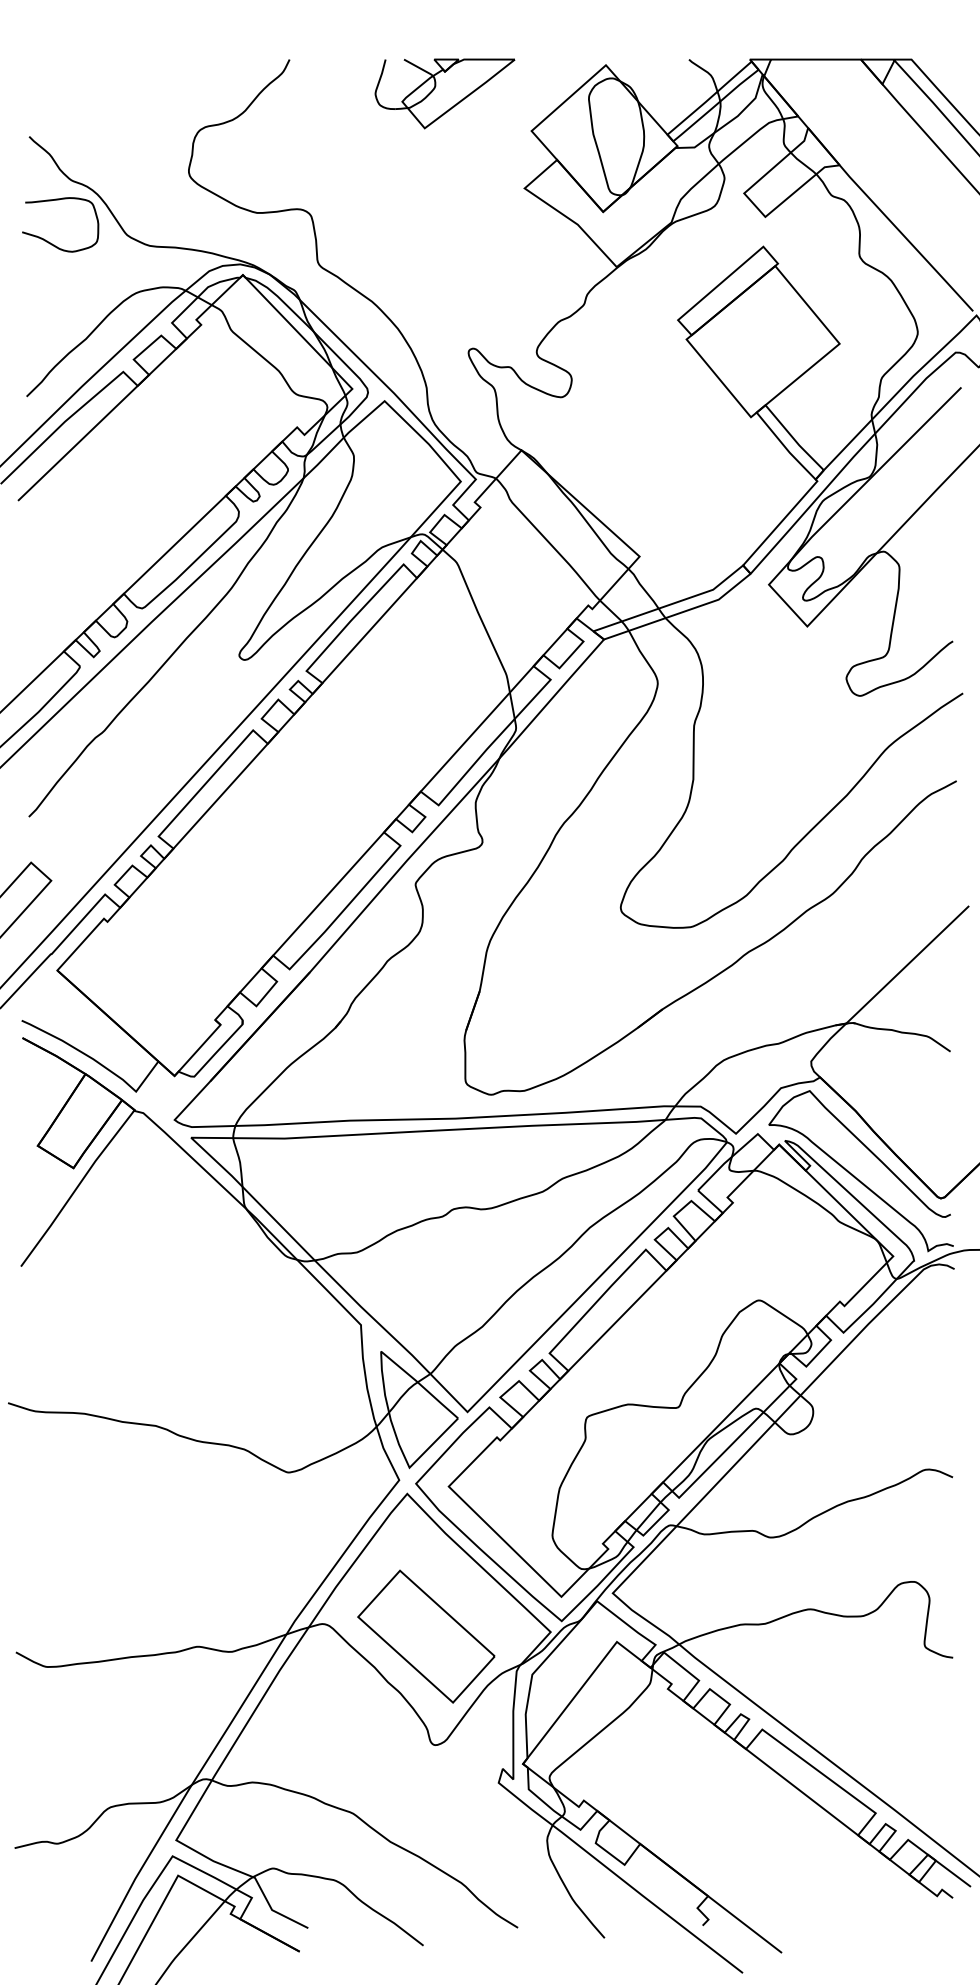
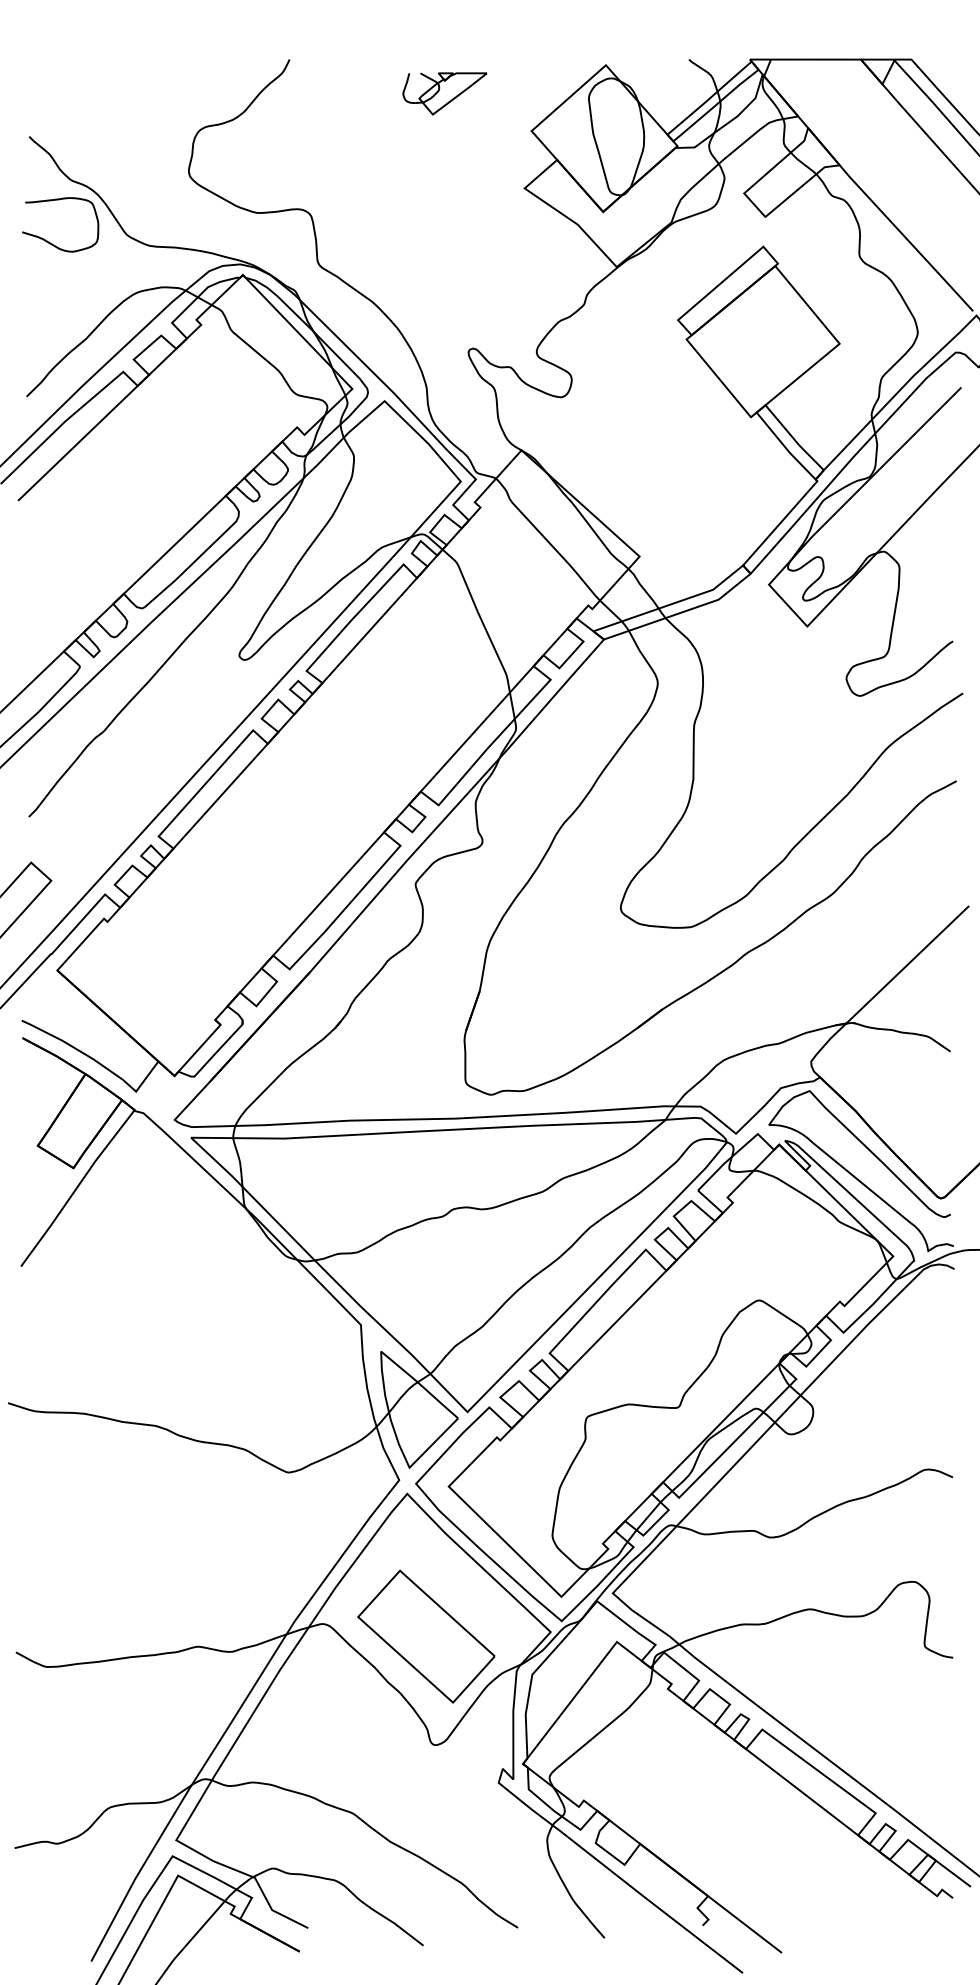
part at (444, 93) size: 142x72 px -> 86x44 px
